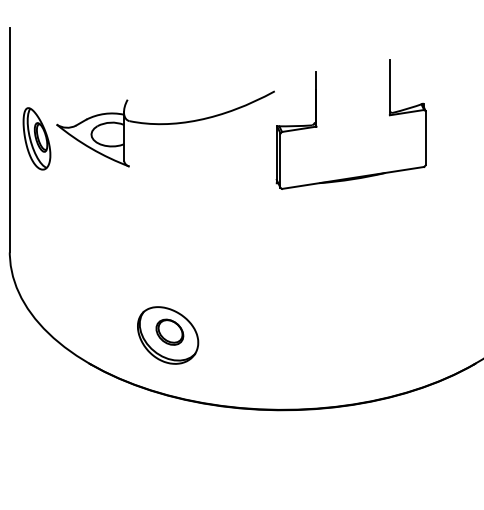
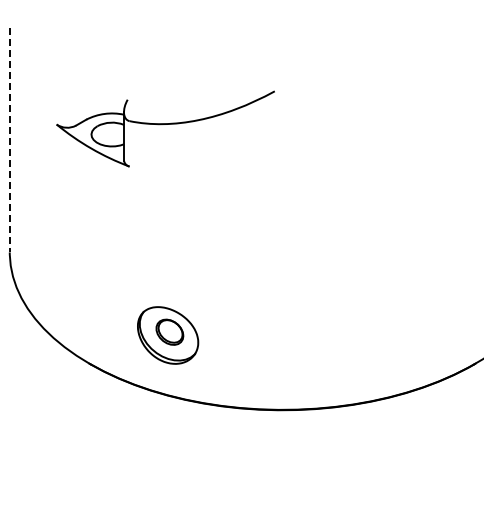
part at (317, 126): present -> none
part at (36, 138): present -> none
line at (9, 140): solid -> dashed
